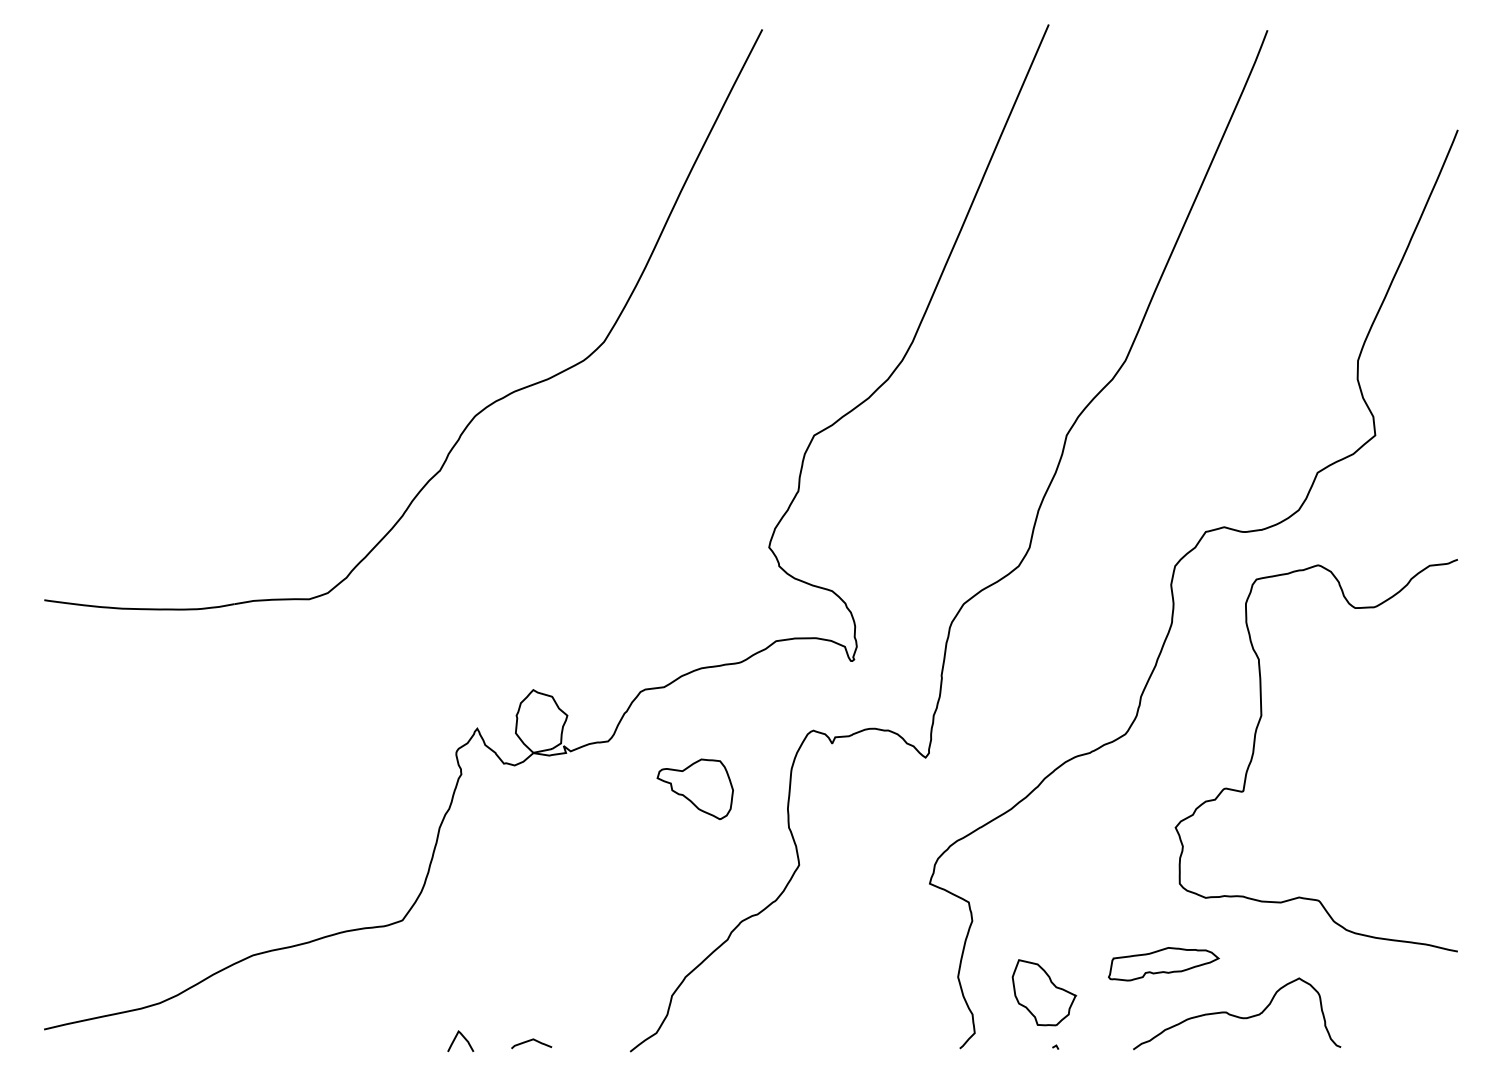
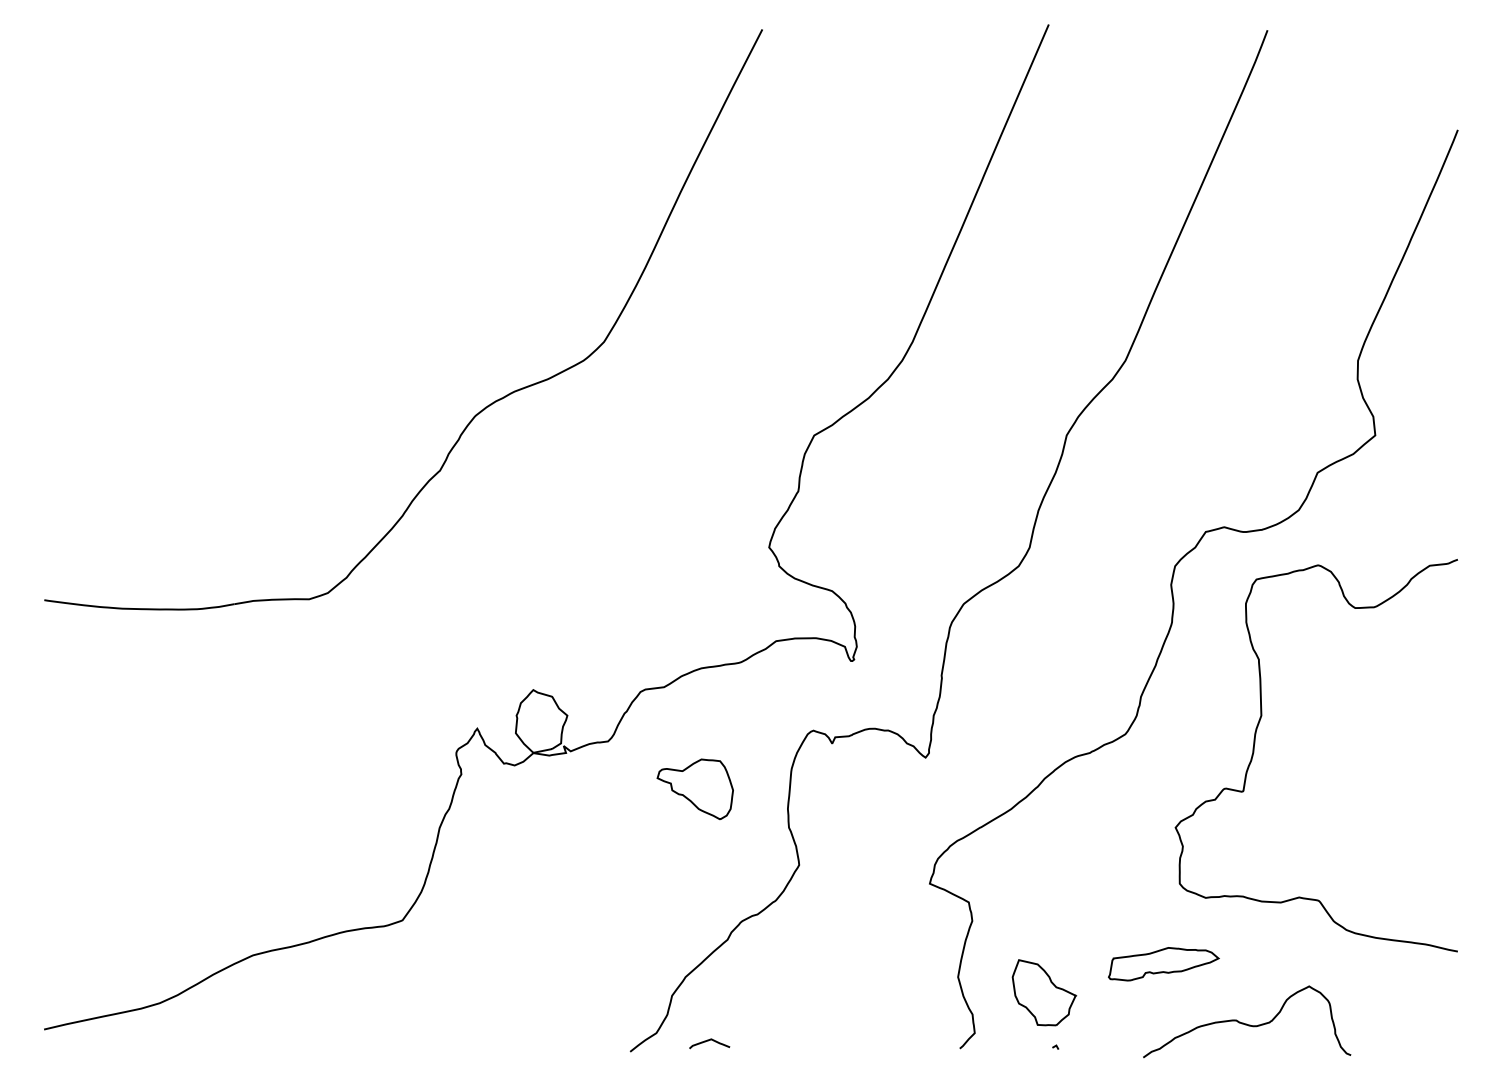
curve at (1236, 1015) position: (1236, 1015) -> (1246, 1023)
curve at (463, 1038): present -> none
curve at (530, 1041) position: (530, 1041) -> (708, 1041)
